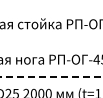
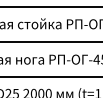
line at (50, 6): none -> present
line at (50, 41): none -> present
line at (51, 76): dashed -> solid
